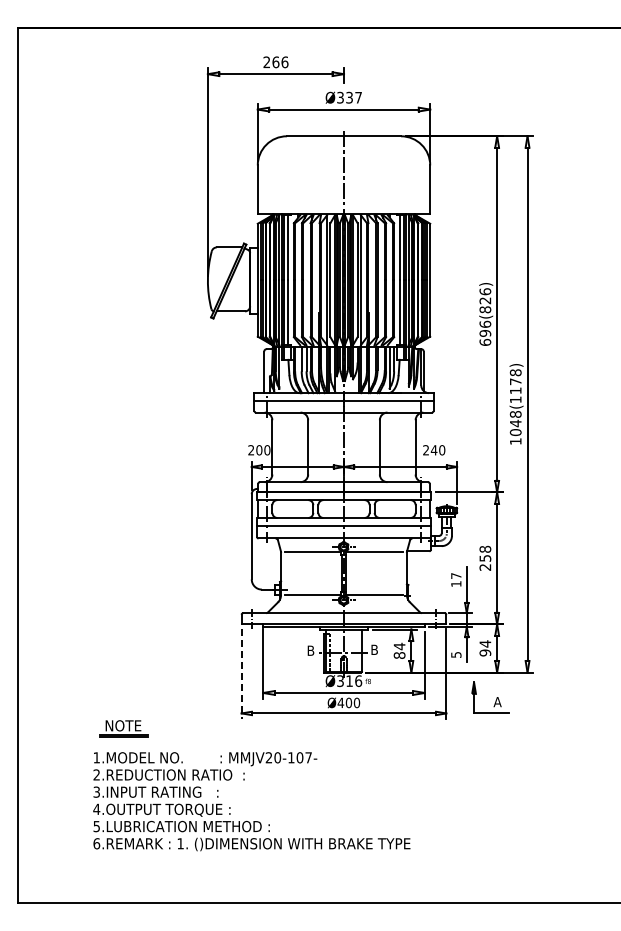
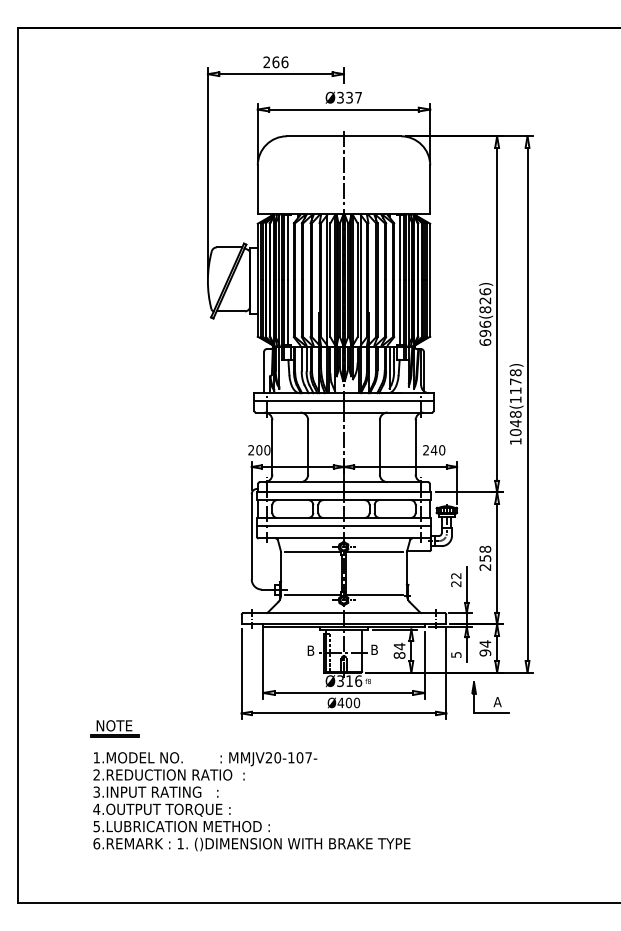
text at (456, 580): 17 -> 22
line at (241, 674): dashed -> solid
part at (123, 728) position: (123, 728) -> (114, 728)
